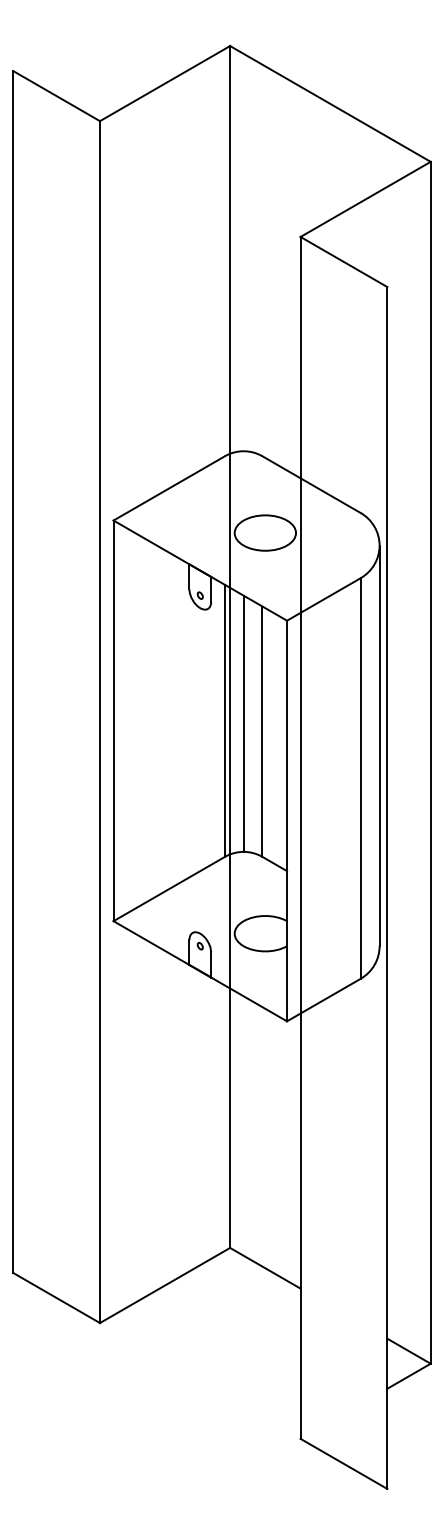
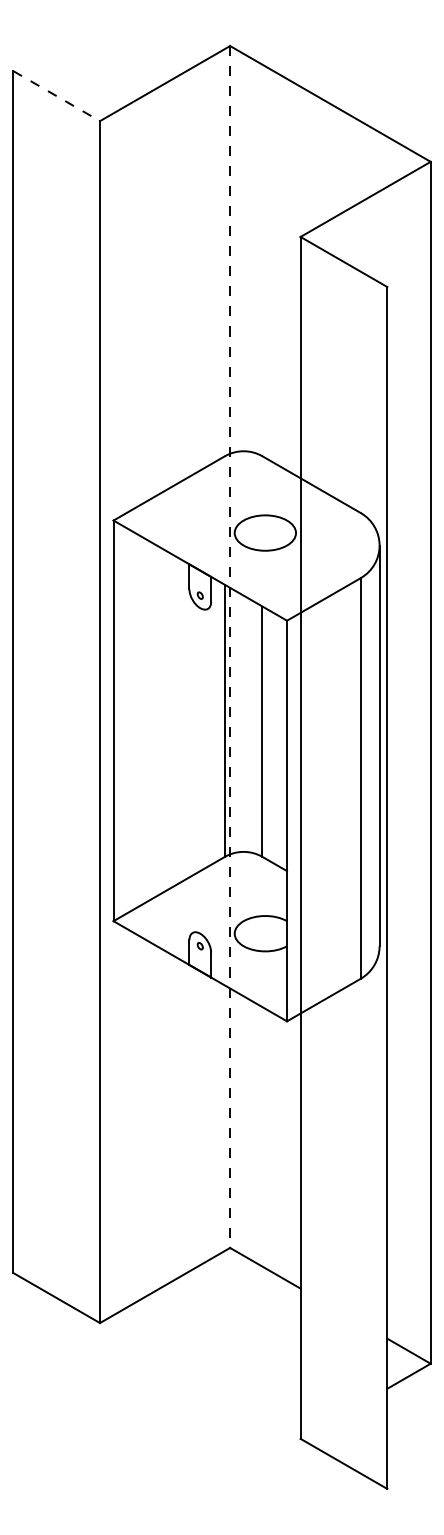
line at (57, 96): solid -> dashed
line at (230, 646): solid -> dashed
line at (243, 723): present -> none
